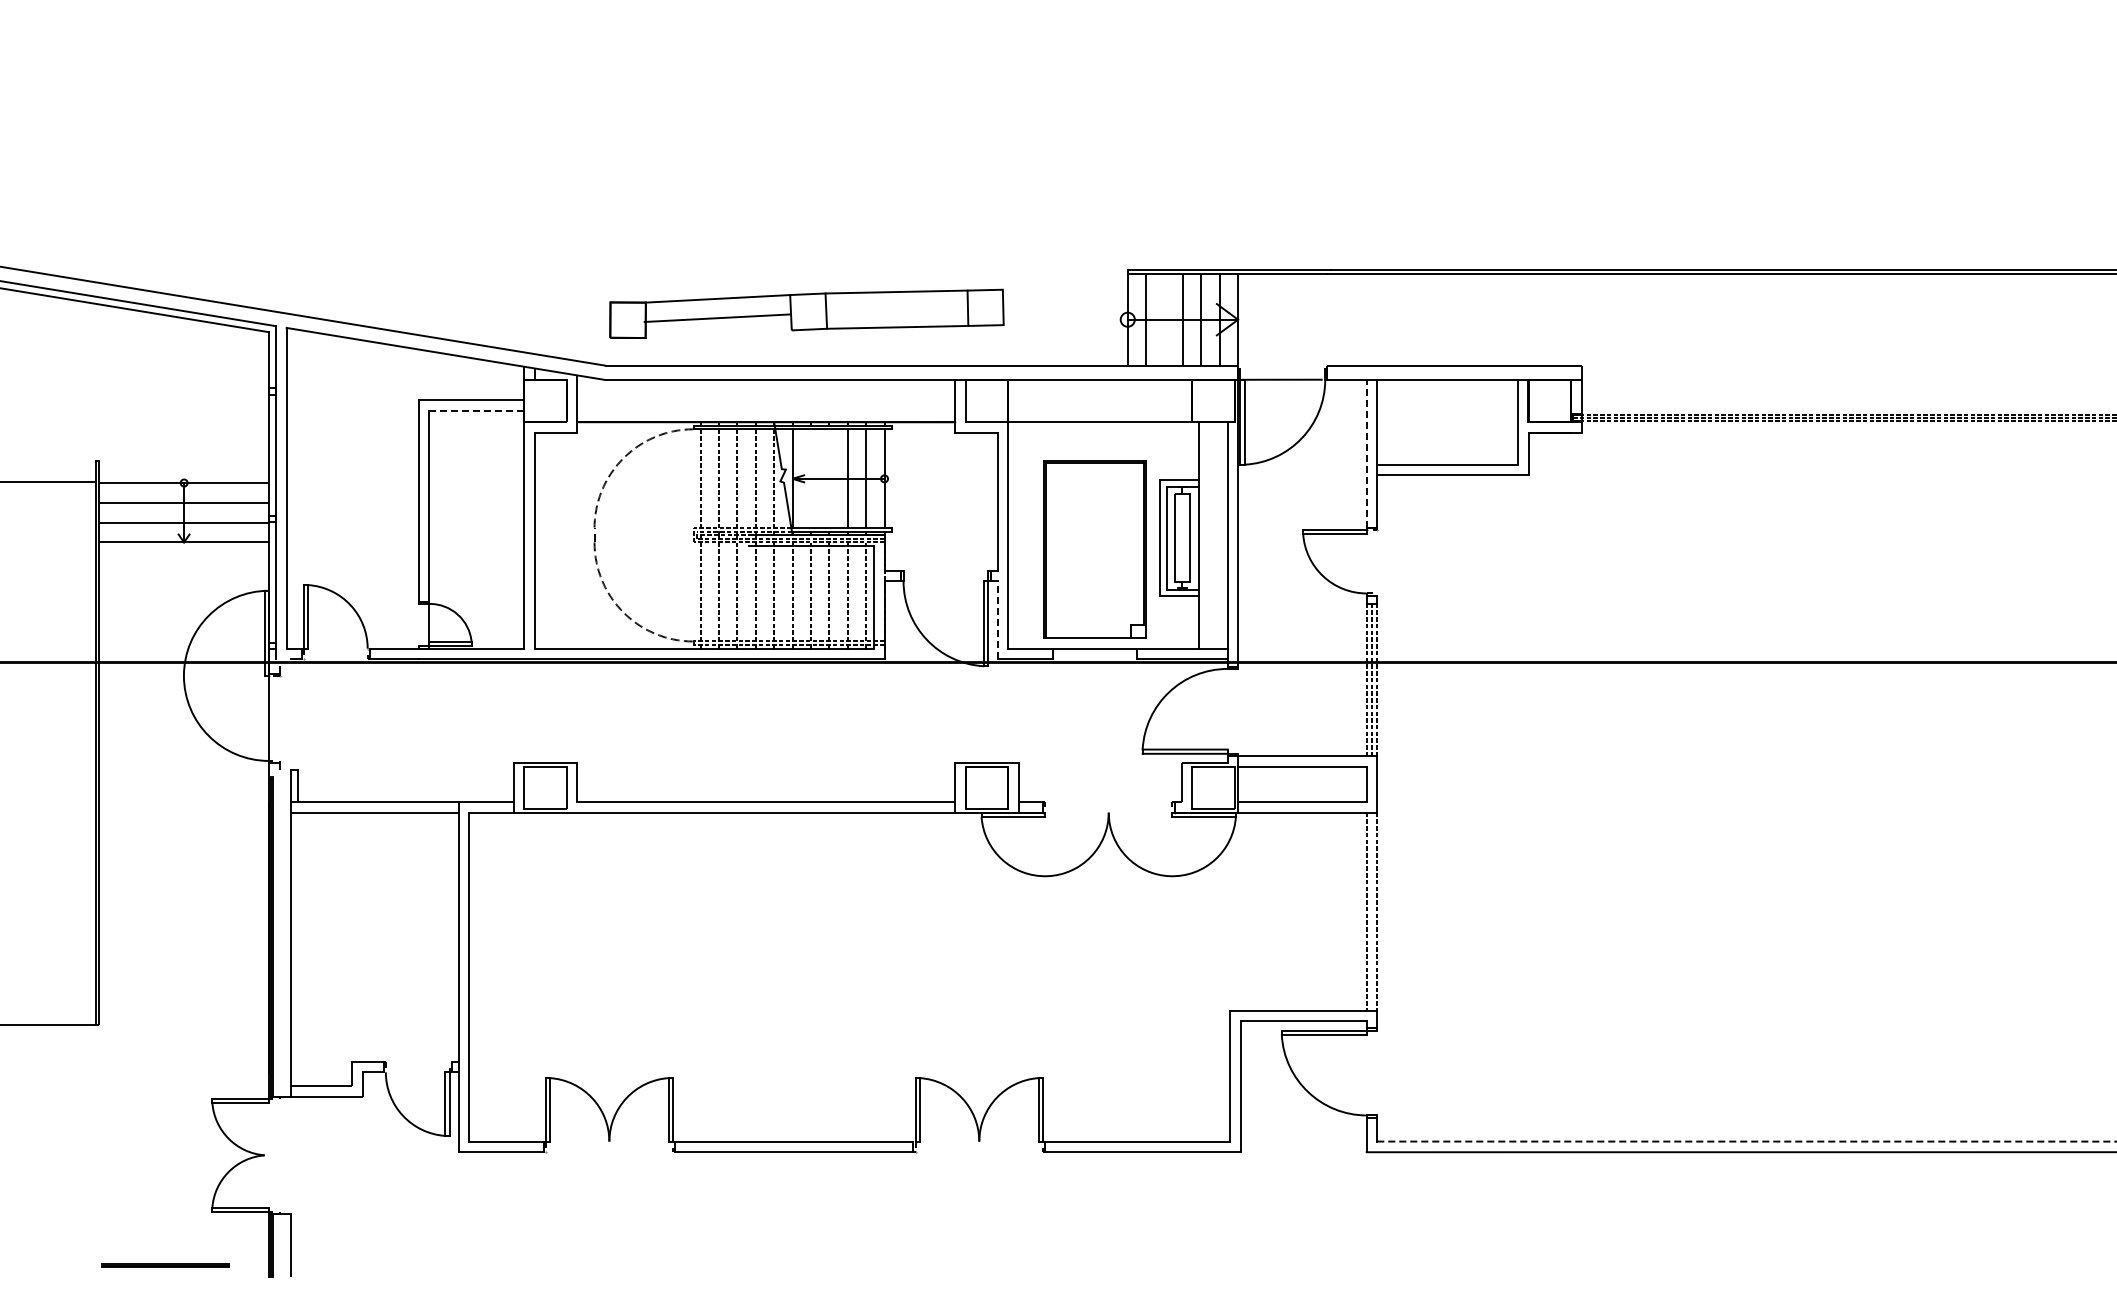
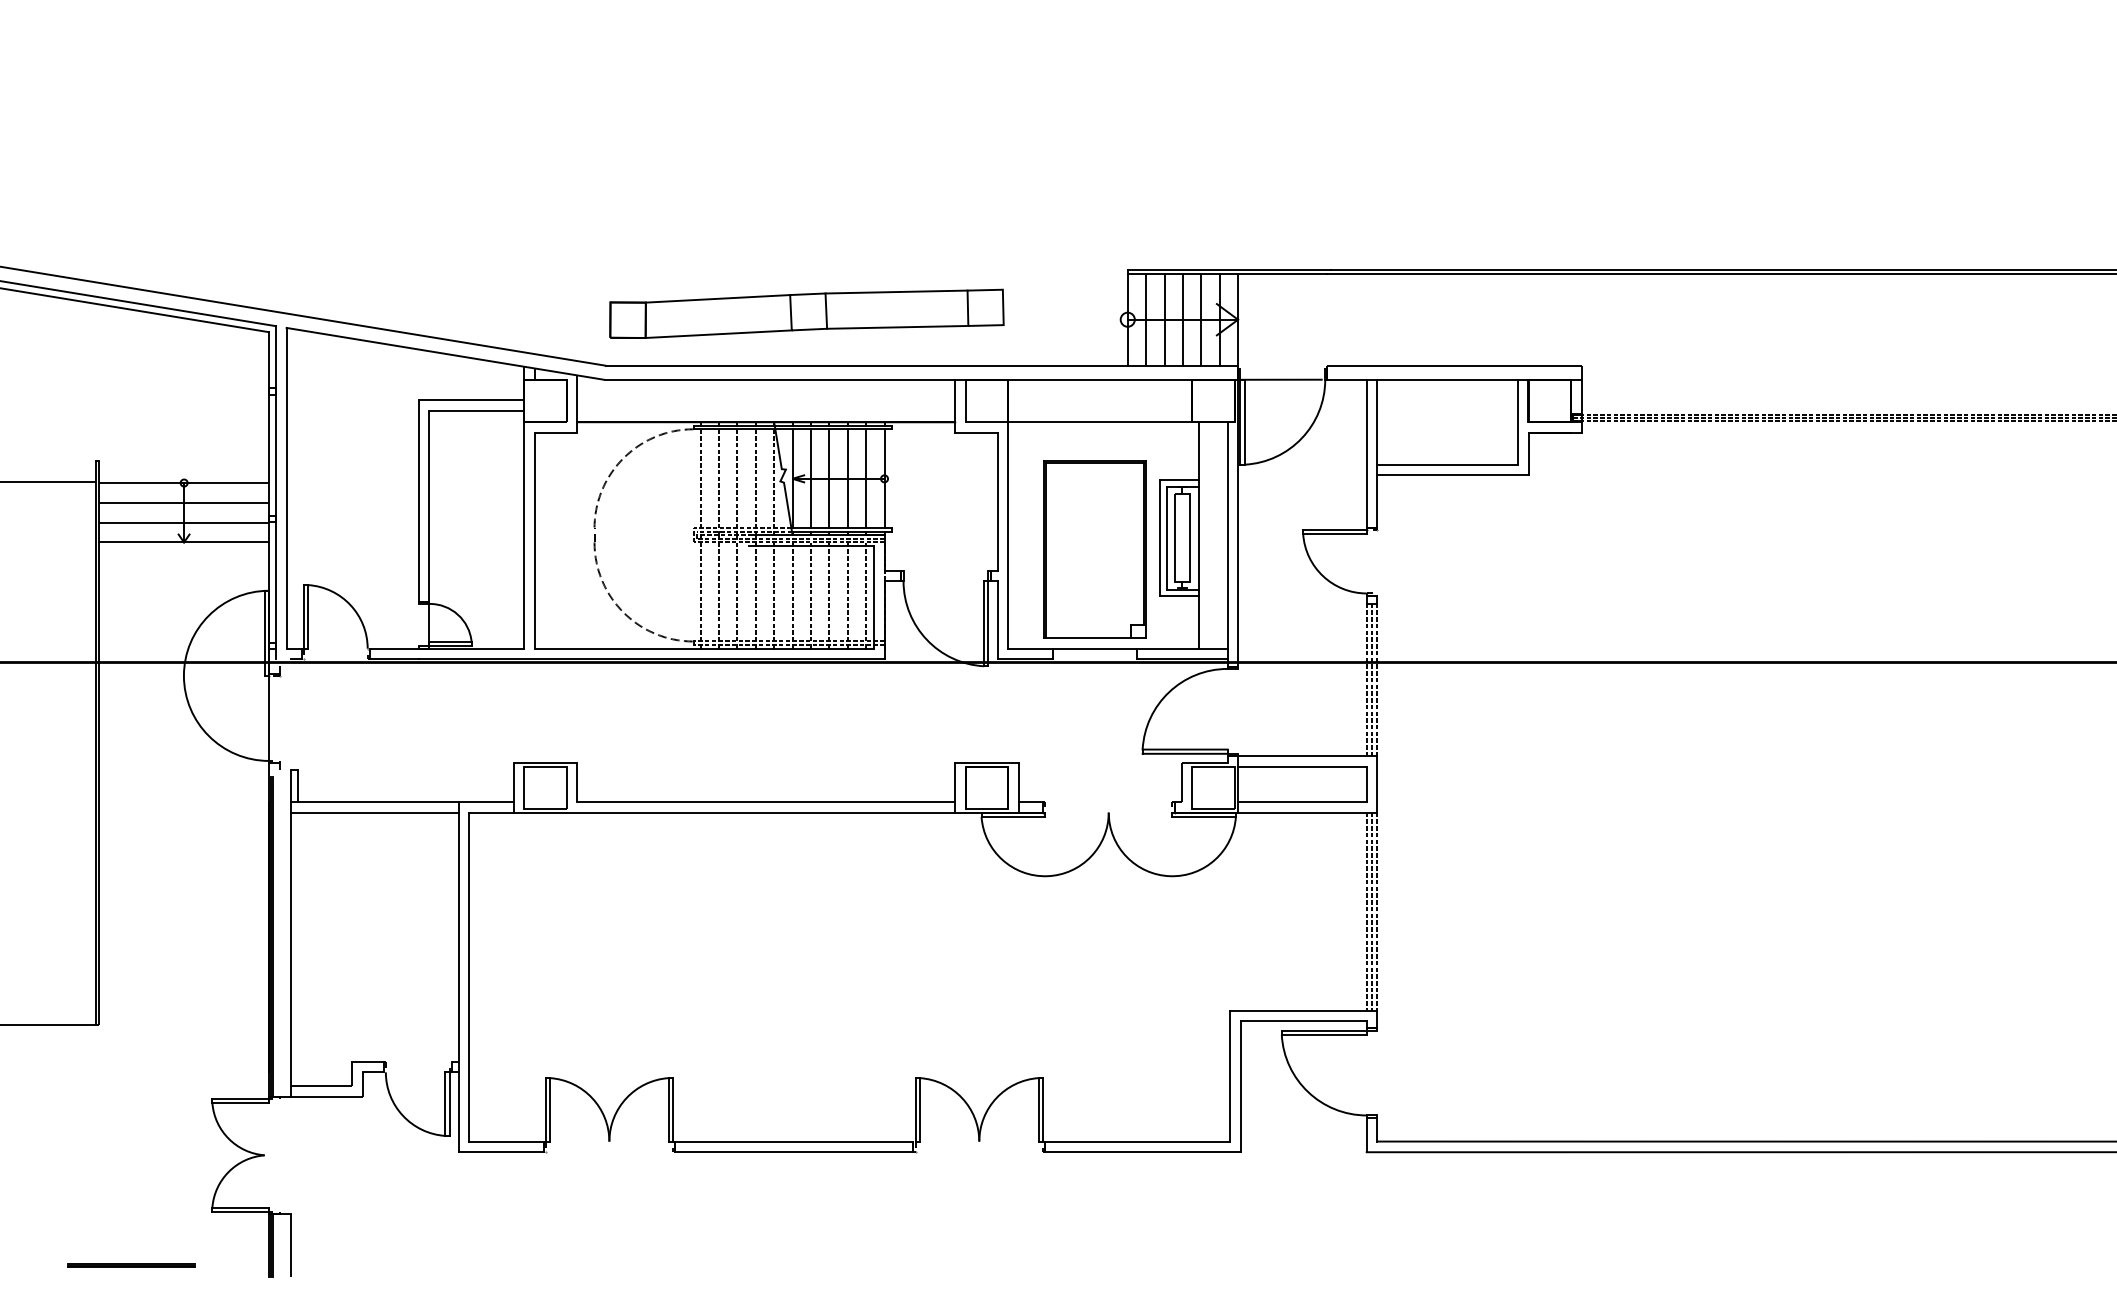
line at (717, 317) position: (717, 317) -> (718, 333)
line at (1164, 319): none -> present
line at (476, 410): dashed -> solid
line at (1366, 453): dashed -> solid
line at (810, 478): none -> present
line at (829, 478): none -> present
line at (997, 620): dashed -> solid
line at (1372, 911): none -> present
line at (1747, 1141): dashed -> solid
line at (165, 1265) position: (165, 1265) -> (131, 1265)
